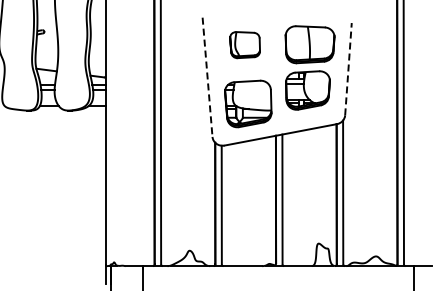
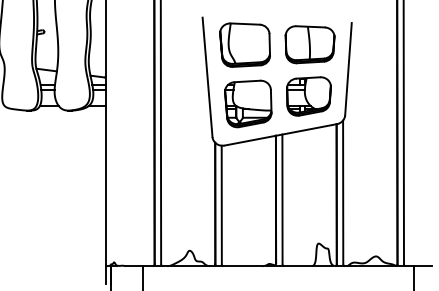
part at (244, 45) size: 32x29 px -> 52x46 px
line at (348, 68): dashed -> solid
line at (207, 77): dashed -> solid
part at (307, 90) position: (307, 90) -> (308, 96)
